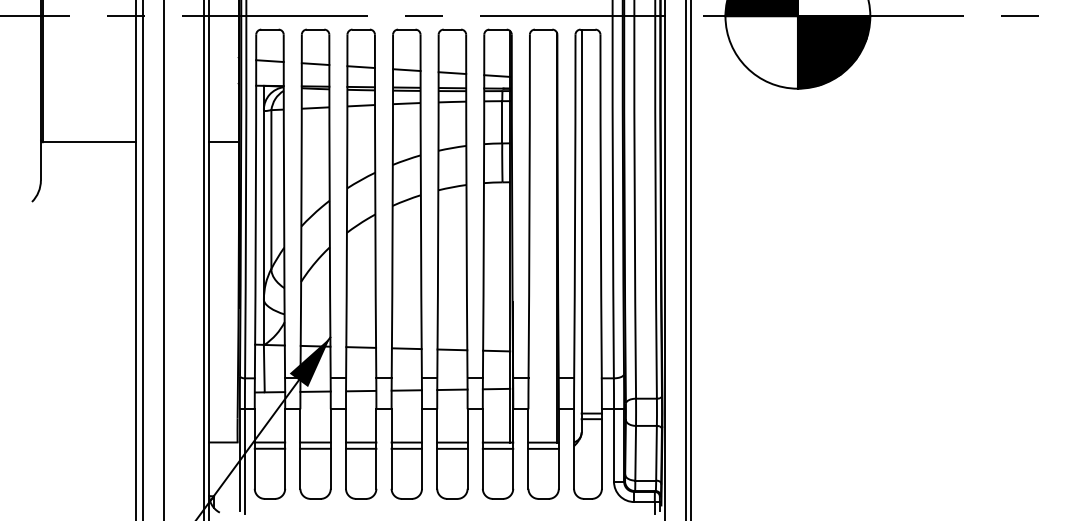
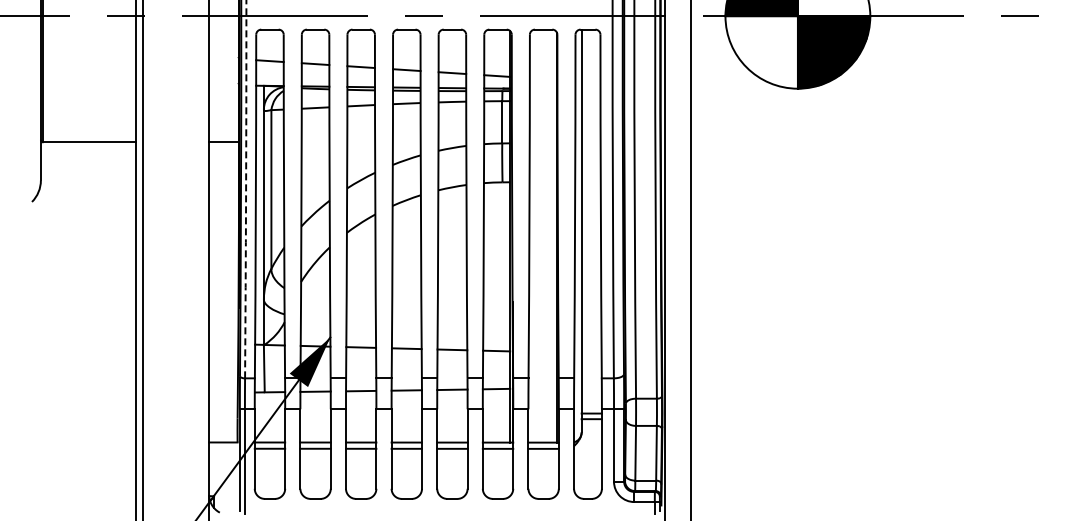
arc at (246, 189): solid -> dashed
line at (163, 259): present -> none
line at (204, 259): present -> none
line at (685, 259): present -> none
